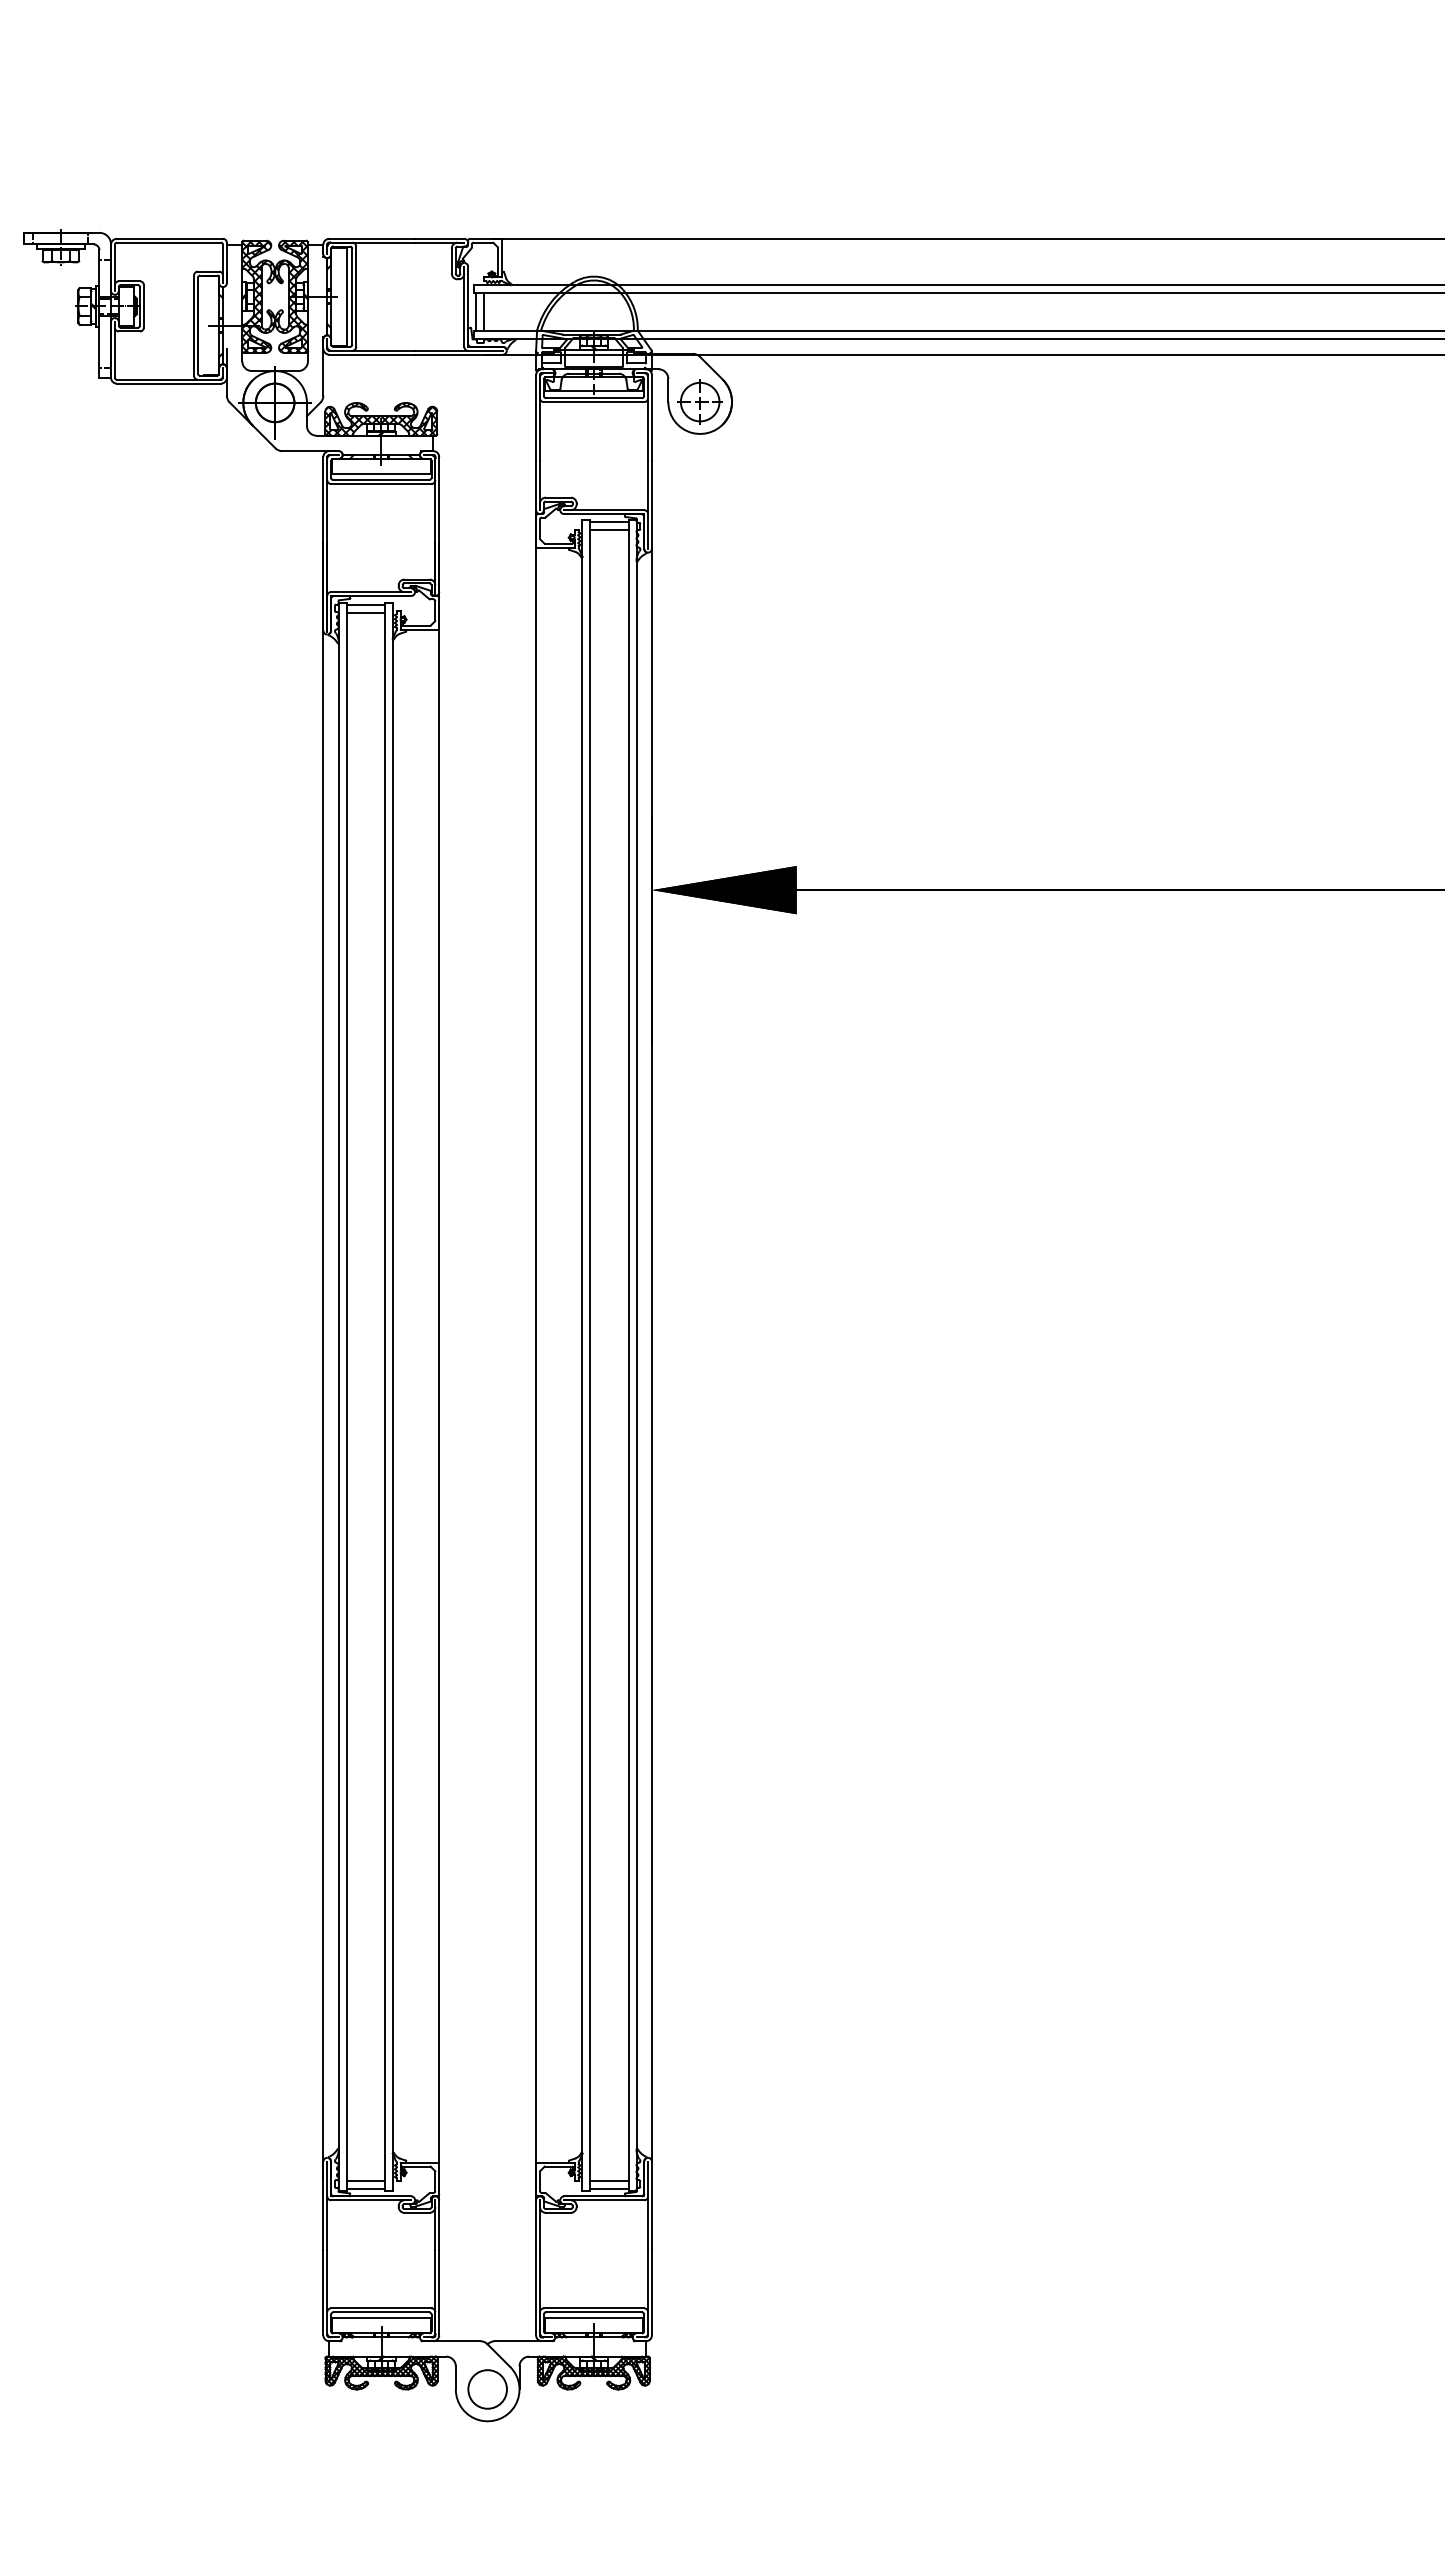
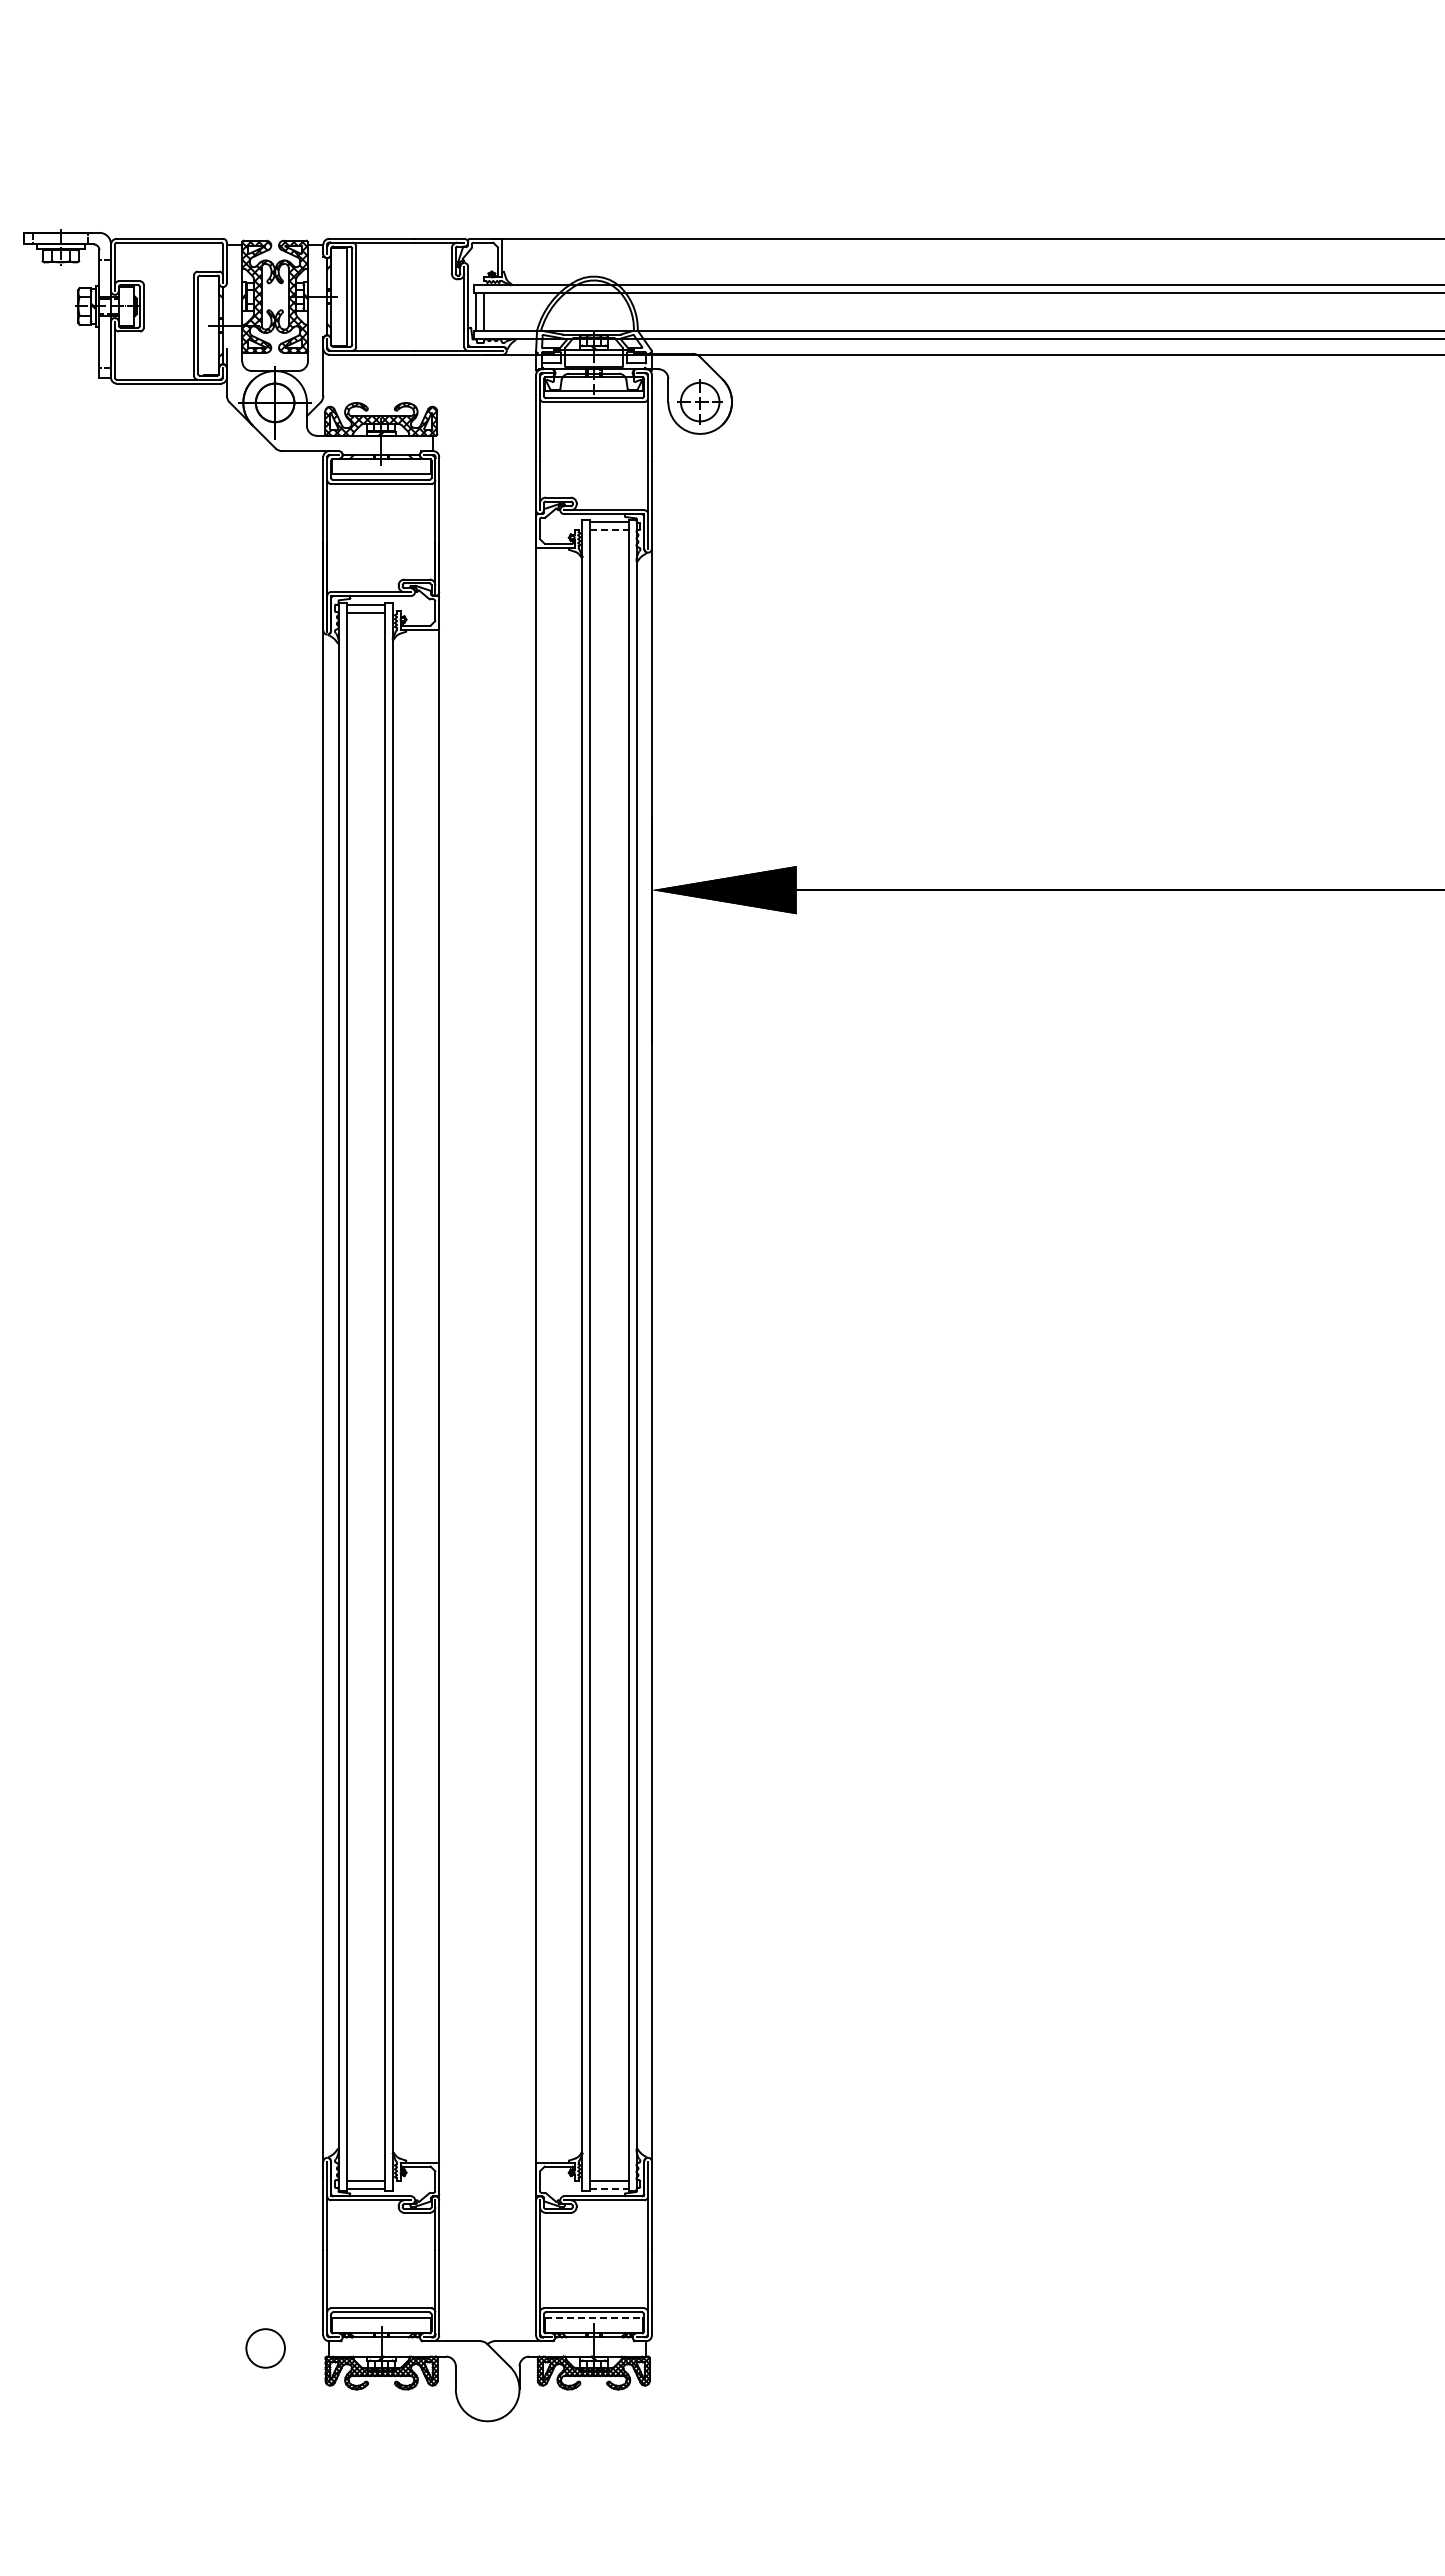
line at (609, 529): solid -> dashed
line at (609, 2188): solid -> dashed
line at (594, 2318): solid -> dashed
circle at (487, 2389) position: (487, 2389) -> (265, 2348)
